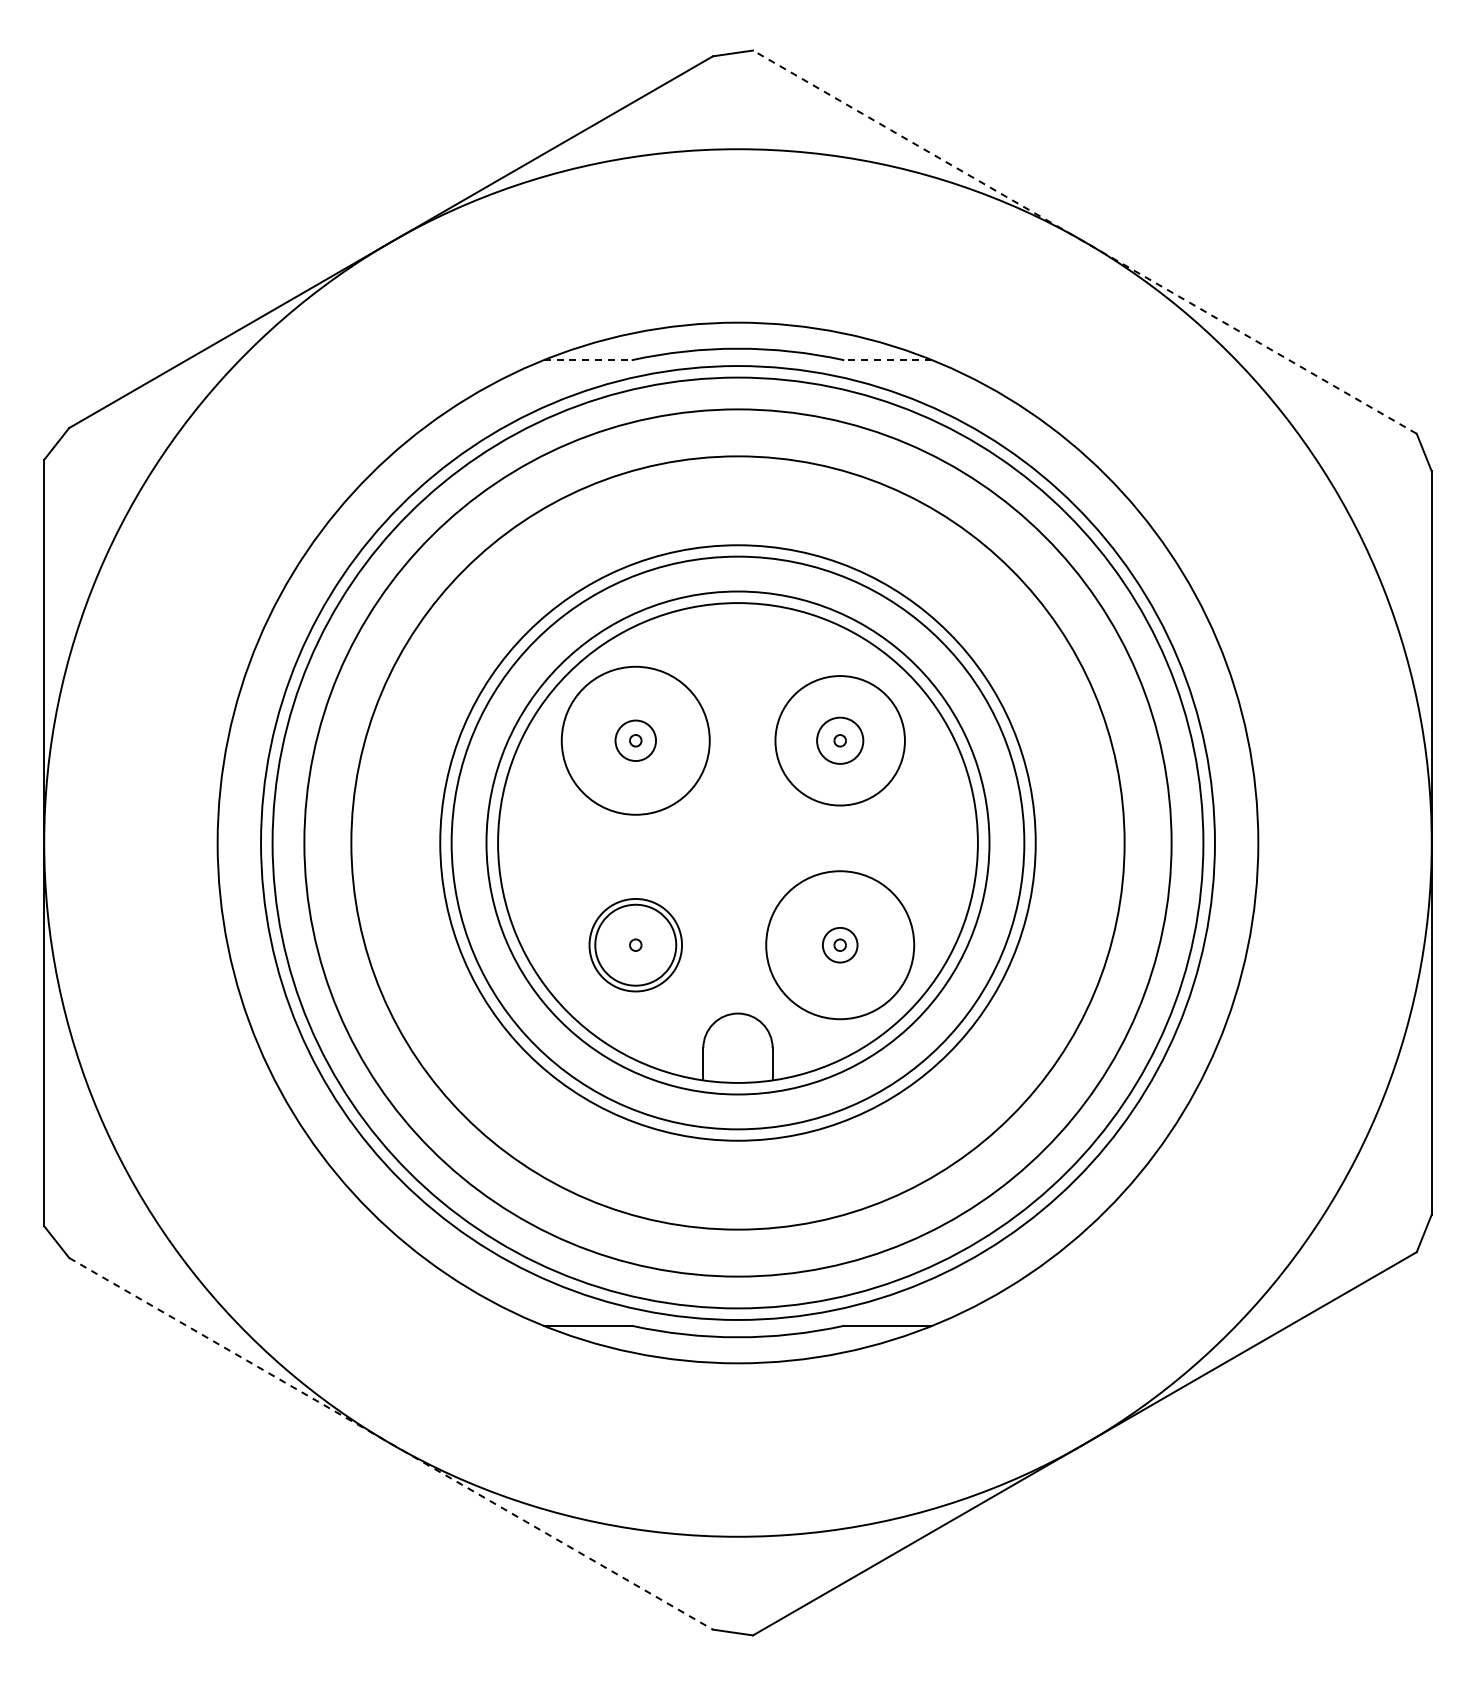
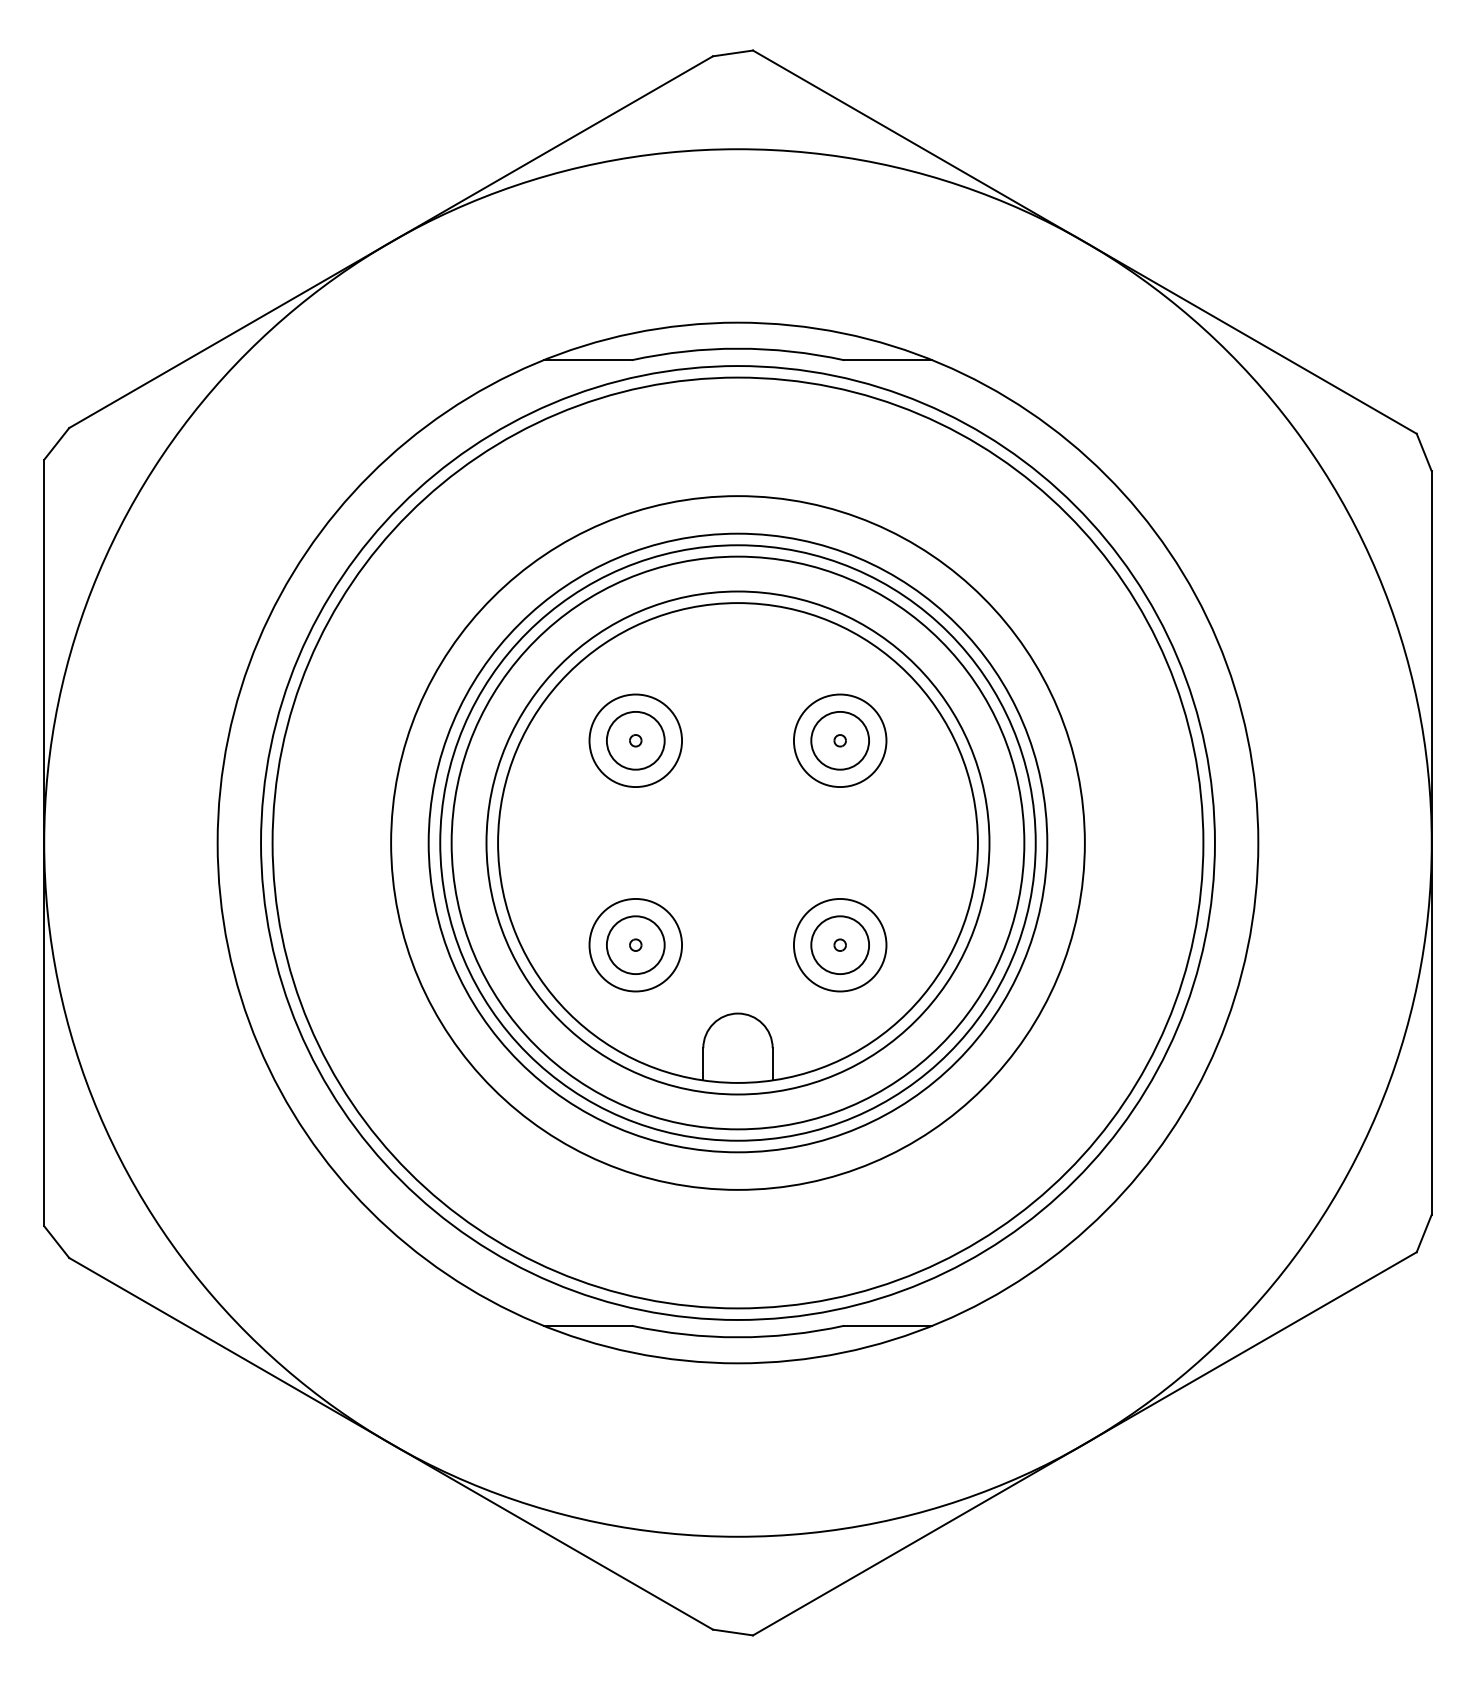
line at (1084, 241): dashed -> solid
line at (587, 360): dashed -> solid
line at (888, 360): dashed -> solid
circle at (635, 740) diameter: 148 px -> 93 px
circle at (635, 740) diameter: 40 px -> 58 px
circle at (839, 740) diameter: 130 px -> 93 px
circle at (840, 740) diameter: 46 px -> 58 px
circle at (737, 842) diameter: 773 px -> 619 px
circle at (737, 842) diameter: 867 px -> 694 px
circle at (635, 944) diameter: 81 px -> 58 px
circle at (839, 944) diameter: 35 px -> 58 px
circle at (840, 945) diameter: 148 px -> 93 px
line at (391, 1443): dashed -> solid
